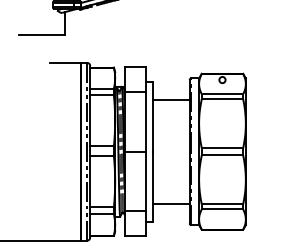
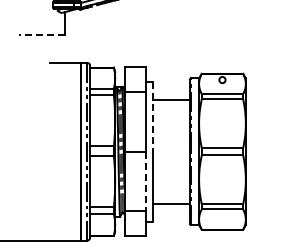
line at (41, 35): solid -> dashed
line at (152, 117): solid -> dashed
line at (146, 181): solid -> dashed
